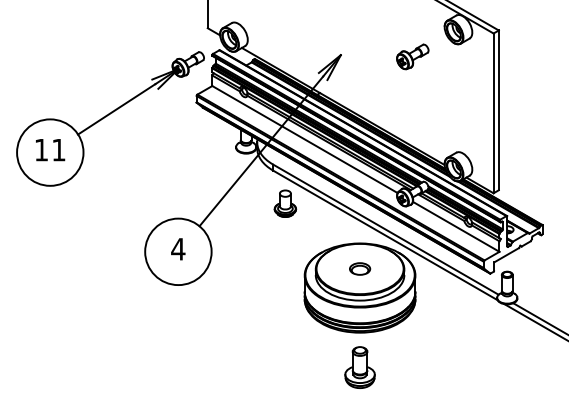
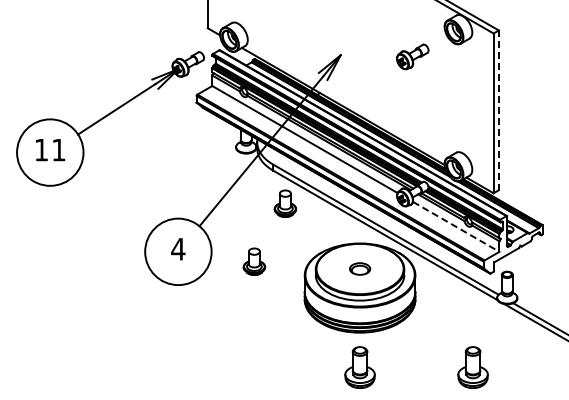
line at (498, 110): solid -> dashed
line at (456, 226): solid -> dashed
part at (254, 261): none -> present
part at (472, 367): none -> present
